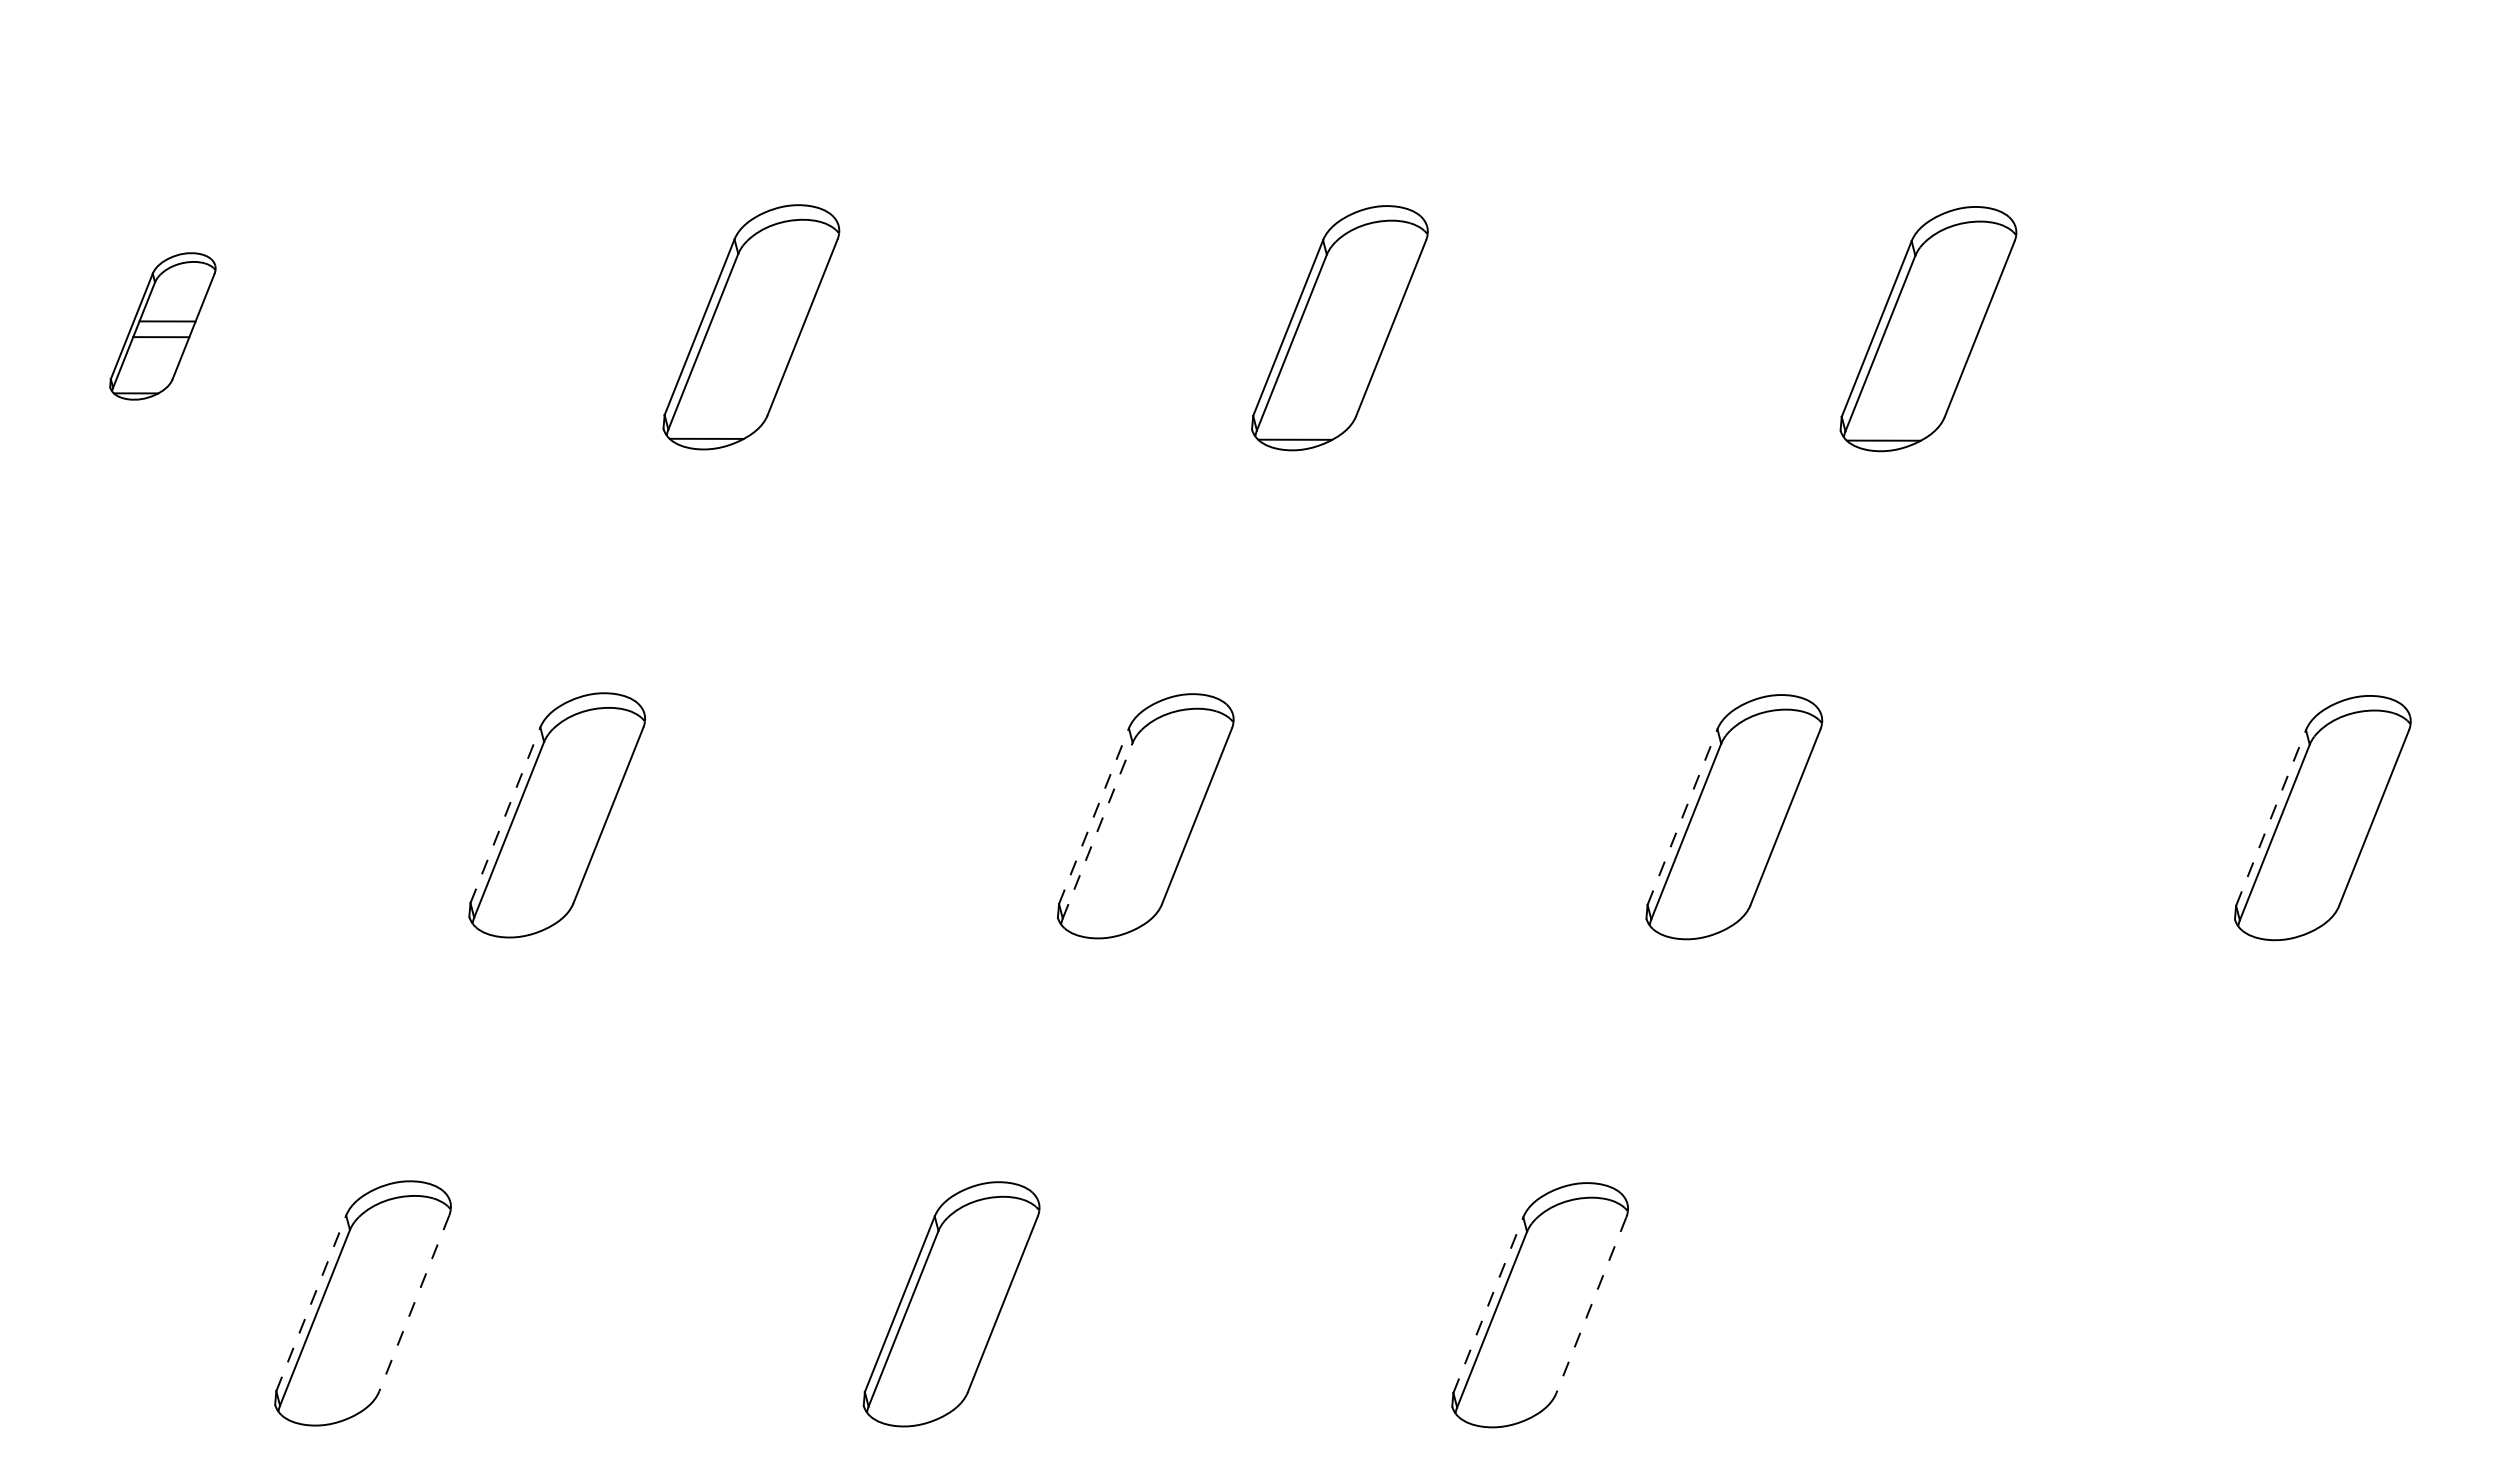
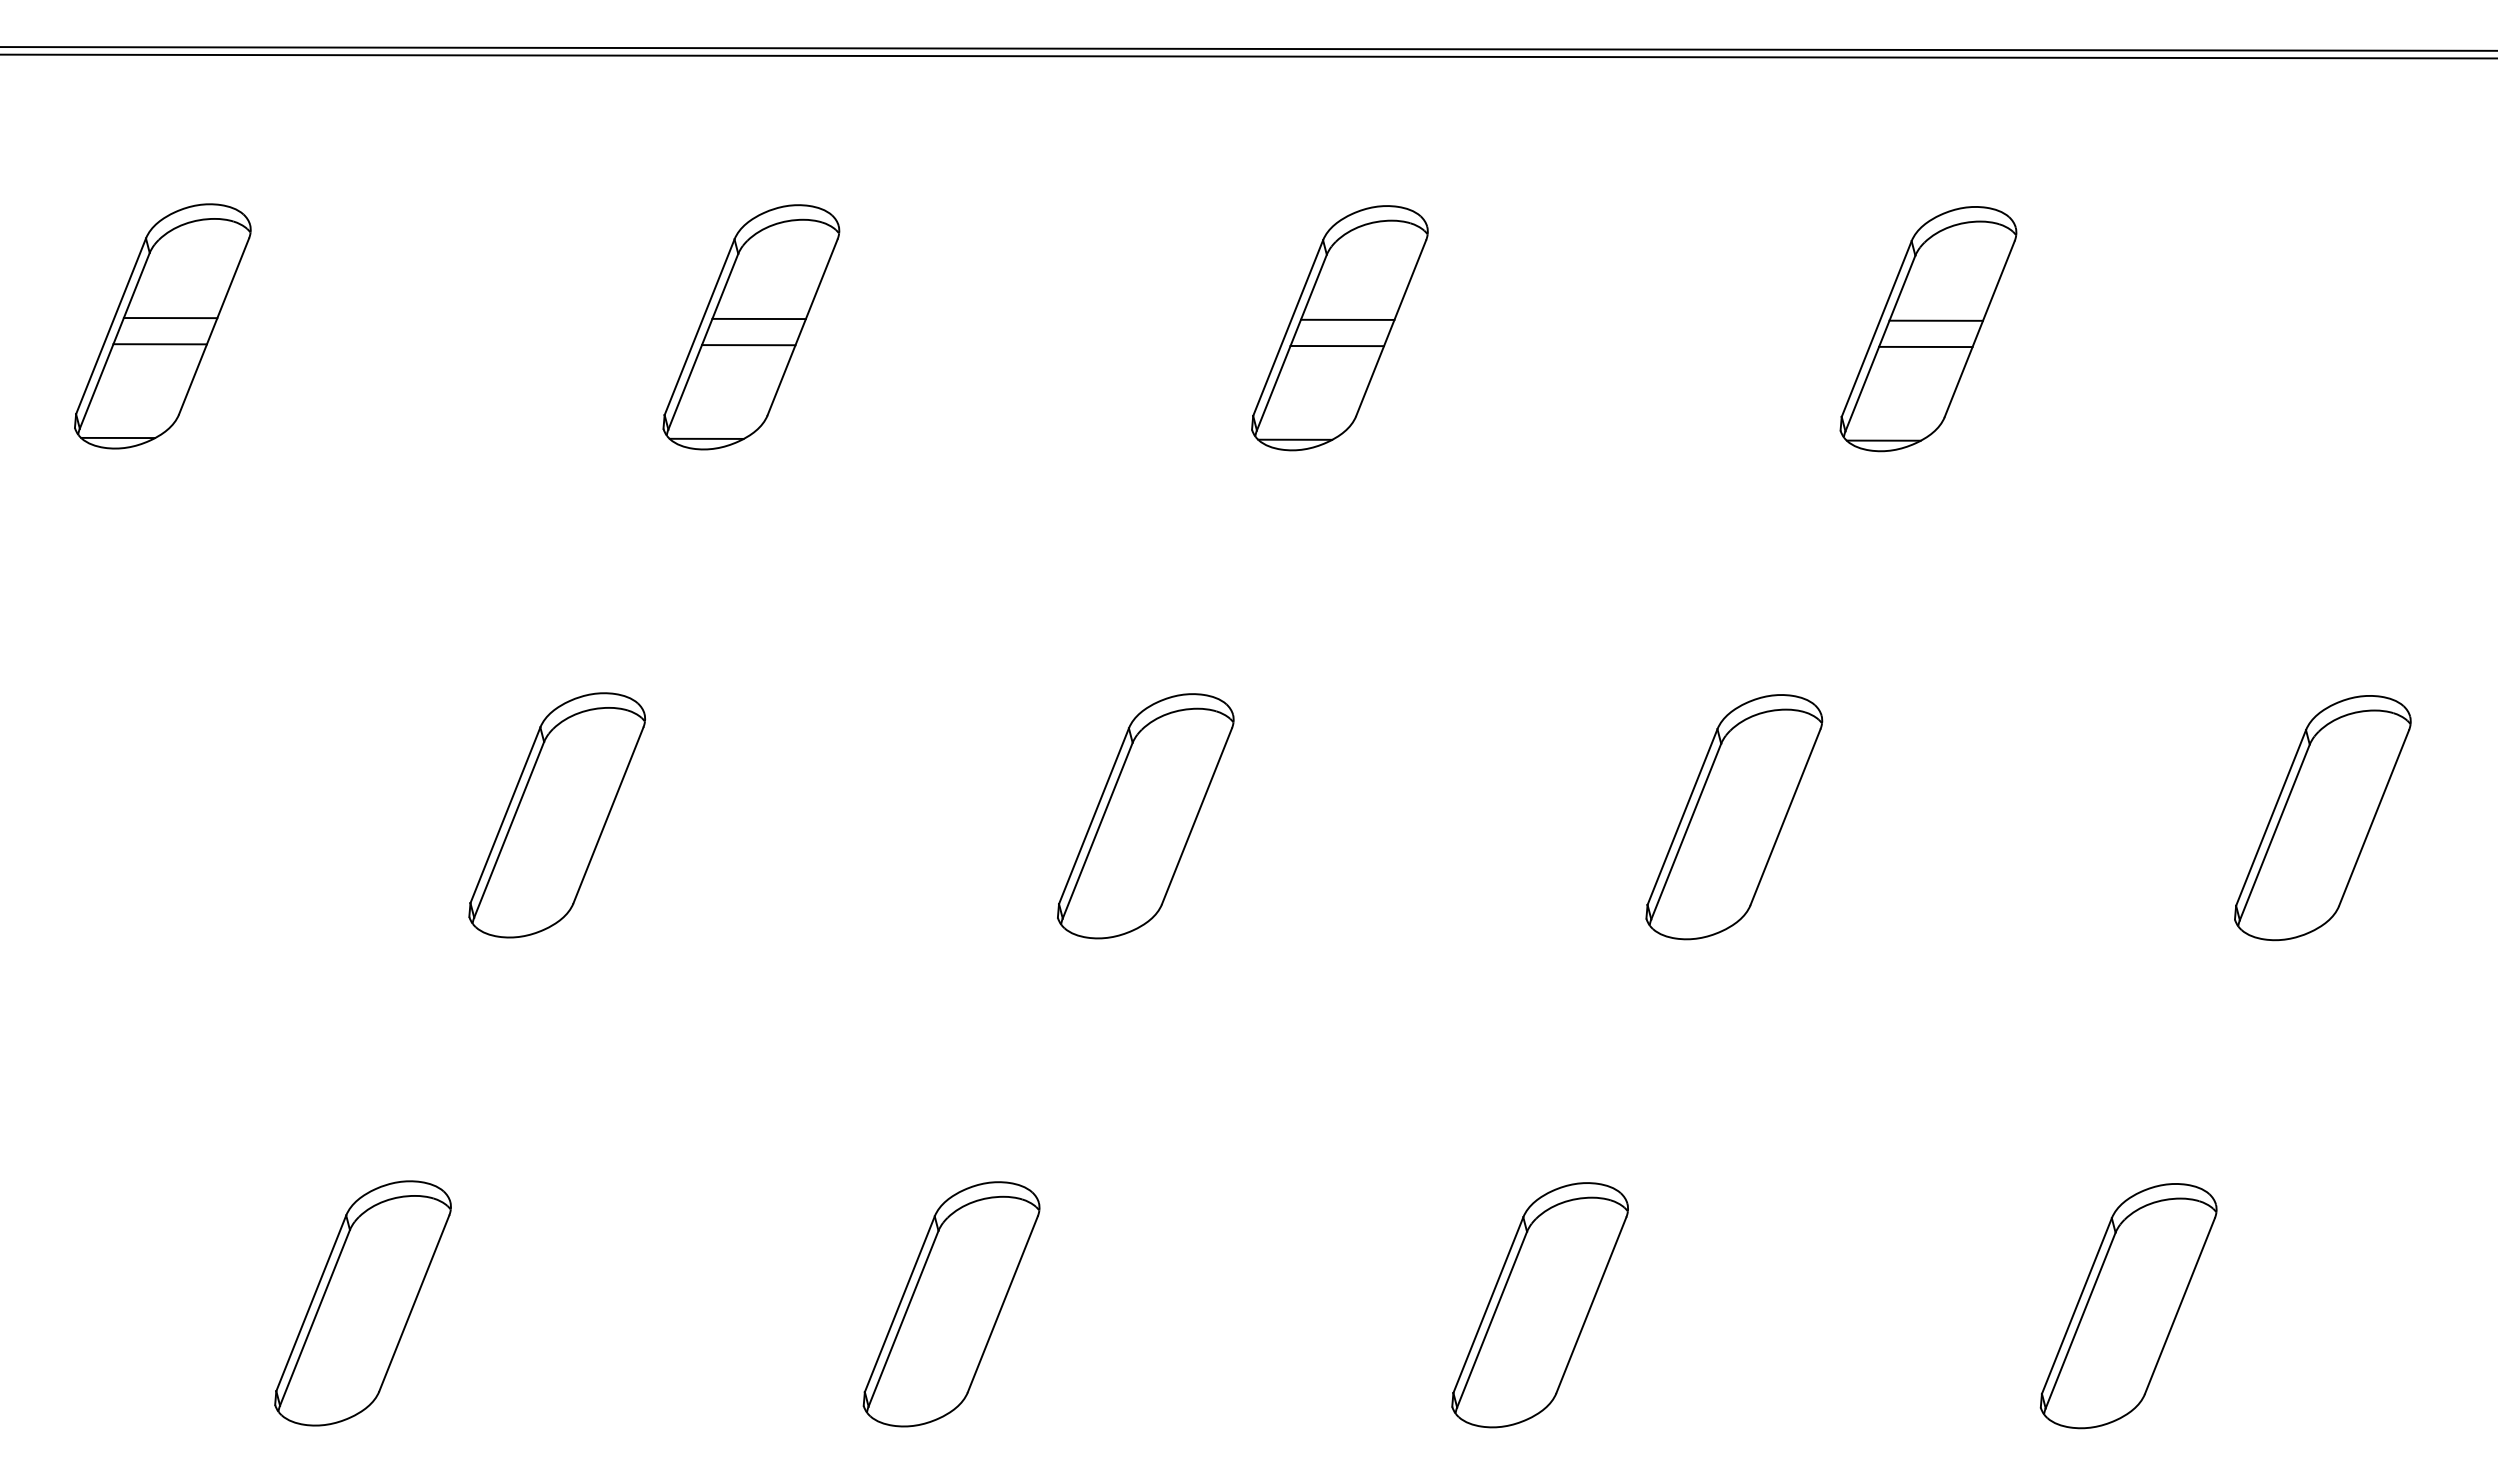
line at (1248, 48): none -> present
line at (1248, 56): none -> present
line at (758, 318): none -> present
line at (1347, 319): none -> present
line at (1936, 320): none -> present
part at (162, 326) size: 108x149 px -> 178x247 px
line at (748, 345): none -> present
line at (1337, 346): none -> present
line at (1925, 346): none -> present
line at (505, 815): dashed -> solid
line at (1093, 816): dashed -> solid
line at (1682, 817): dashed -> solid
line at (2271, 817): dashed -> solid
line at (1097, 830): dashed -> solid
line at (311, 1303): dashed -> solid
line at (414, 1303): dashed -> solid
line at (1488, 1305): dashed -> solid
line at (1591, 1305): dashed -> solid
part at (2128, 1306): none -> present
